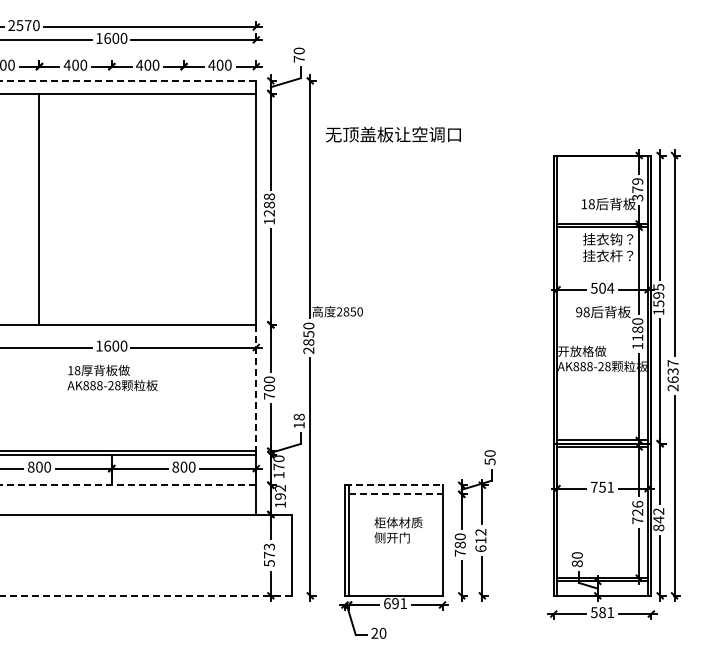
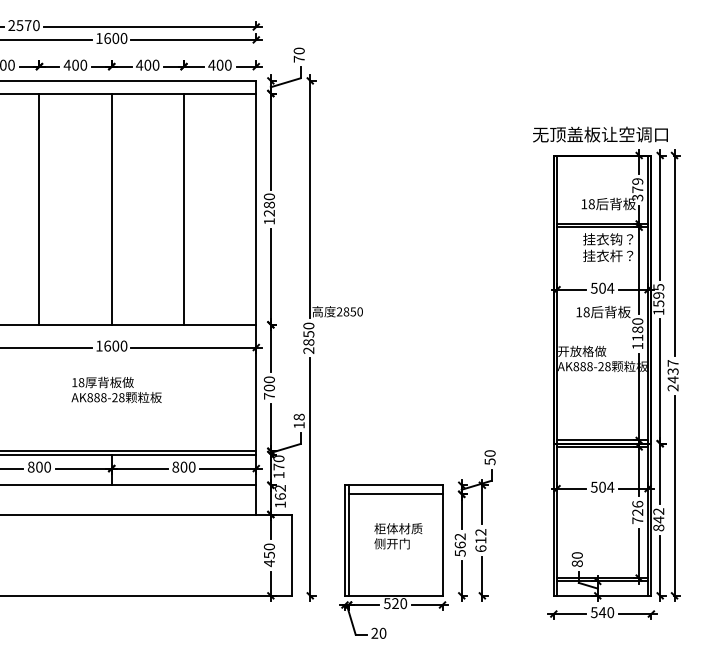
line at (128, 80): dashed -> solid
text at (393, 134) position: (393, 134) -> (600, 134)
text at (269, 196): 1288 -> 1280
line at (111, 208): none -> present
line at (184, 208): none -> present
text at (579, 312): 98 -> 18
text at (112, 377) position: (112, 377) -> (116, 389)
text at (672, 379): 2637 -> 2437
line at (256, 388): dashed -> solid
line at (128, 485): dashed -> solid
line at (393, 485): dashed -> solid
text at (602, 486): 751 -> 504
line at (395, 494): dashed -> solid
text at (279, 496): 192 -> 162
text at (398, 530) position: (398, 530) -> (398, 536)
text at (459, 544): 780 -> 562
text at (269, 555): 573 -> 450
line at (146, 595): dashed -> solid
text at (395, 603): 691 -> 520
text at (606, 612): 581 -> 540
